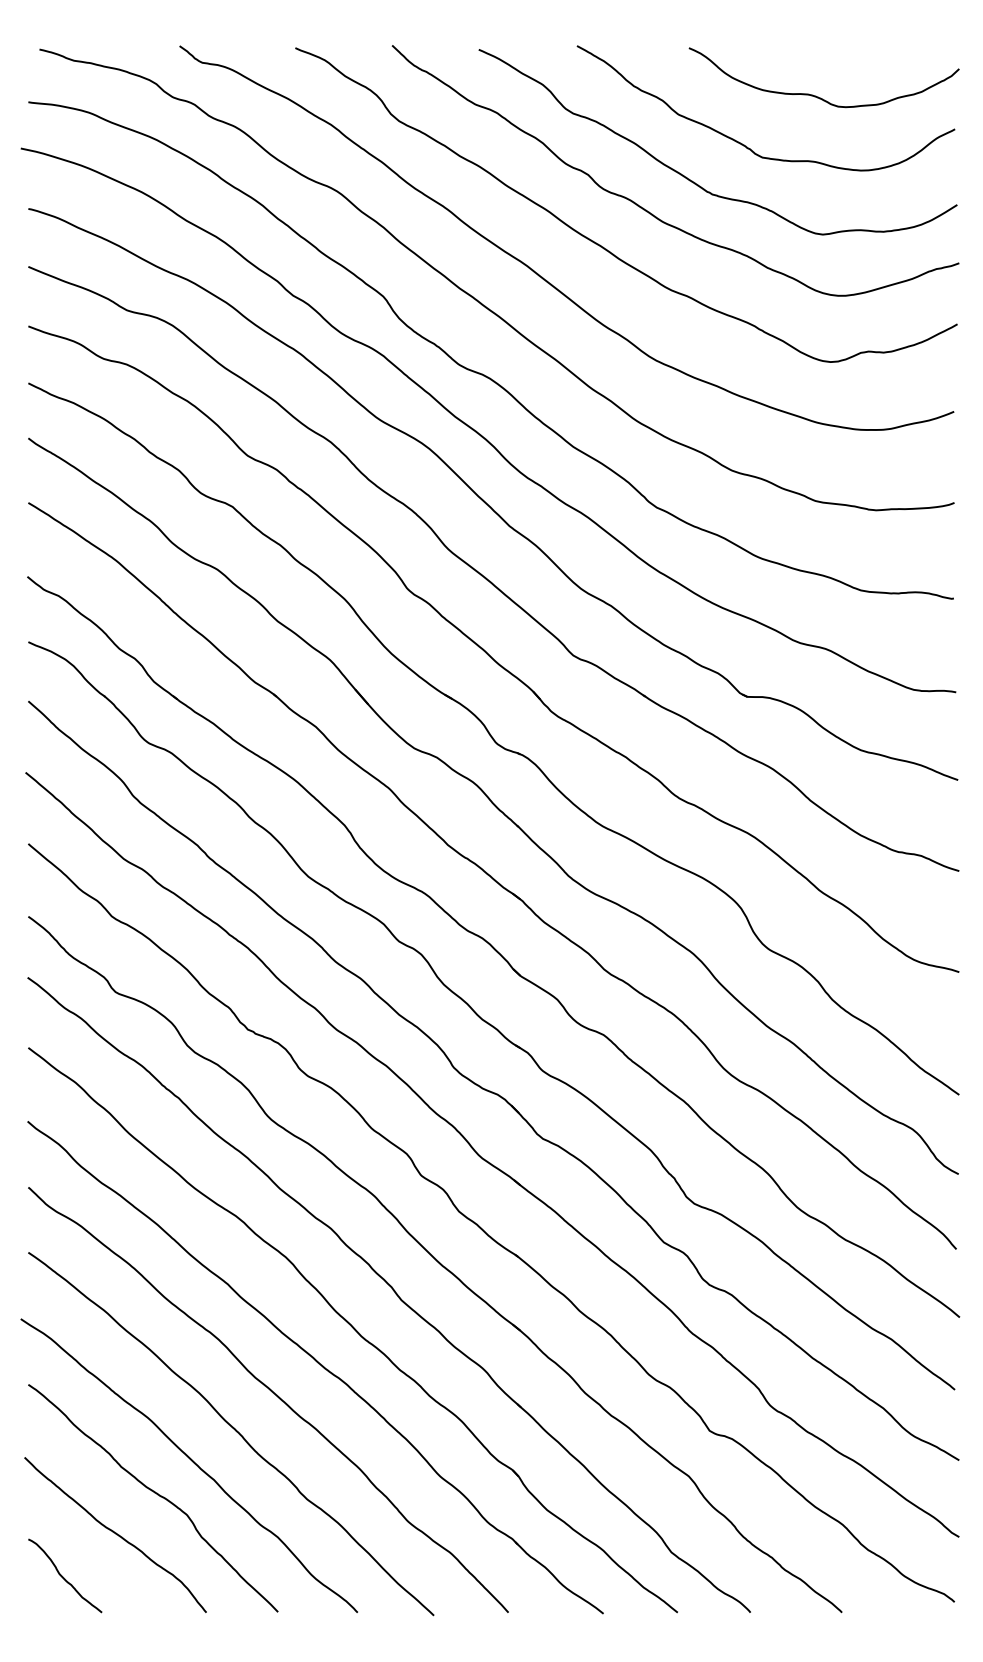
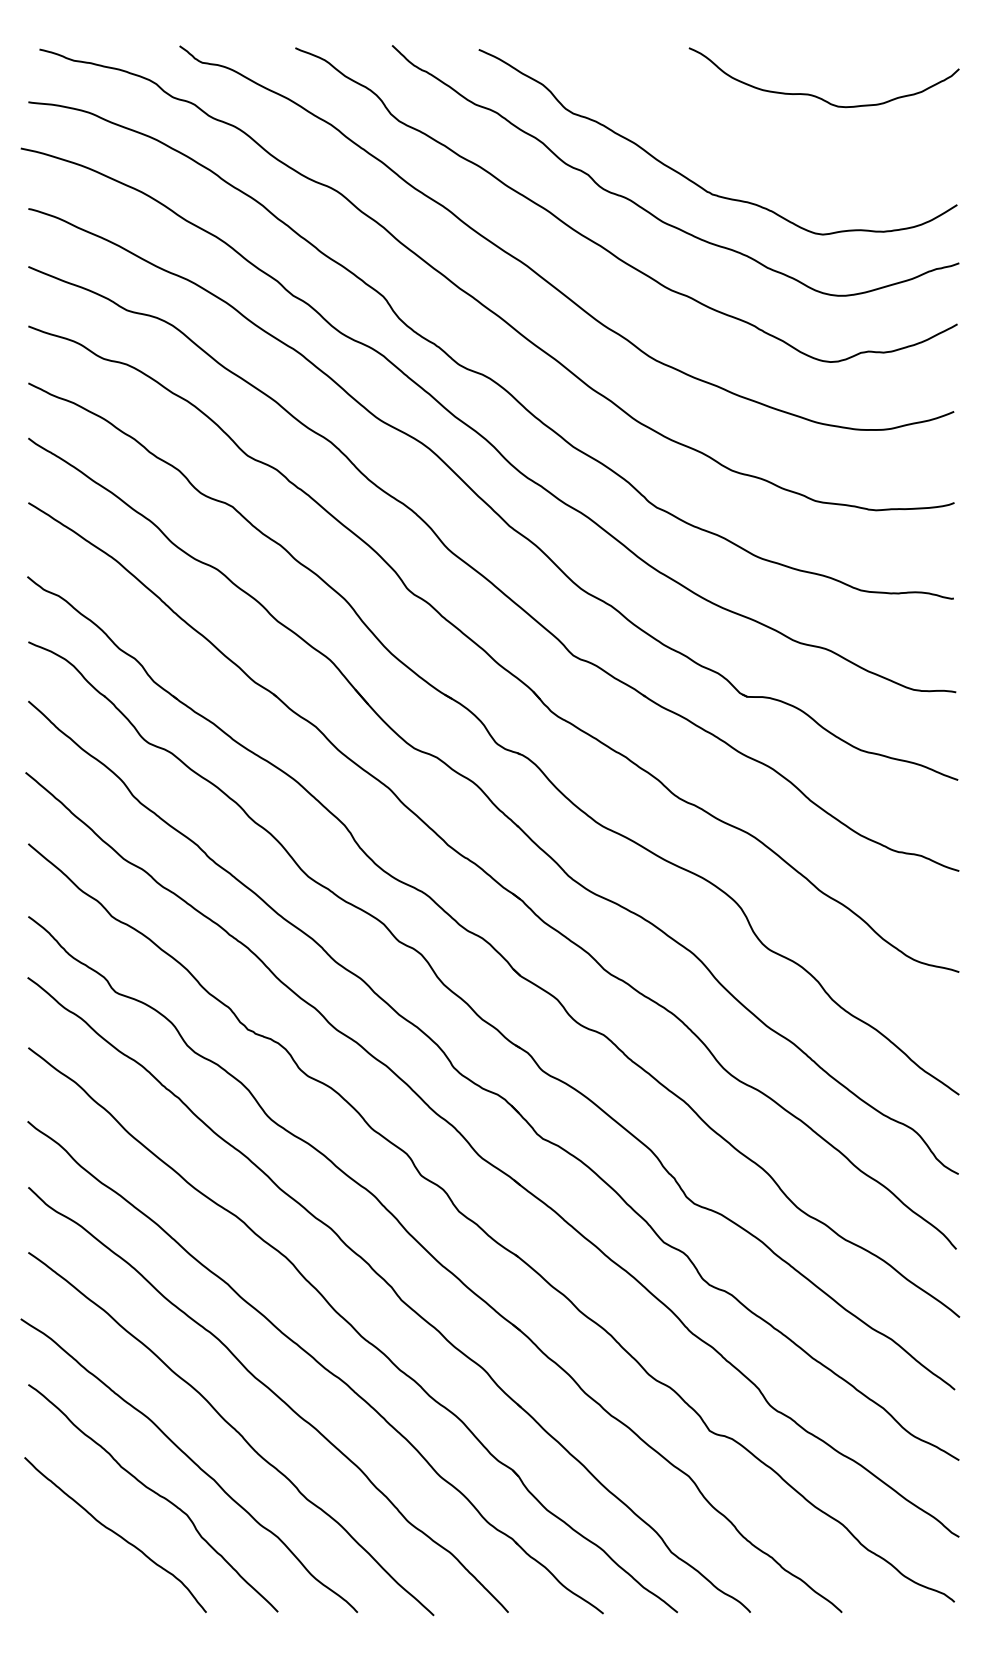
curve at (744, 144): present -> none
curve at (63, 1576): present -> none
